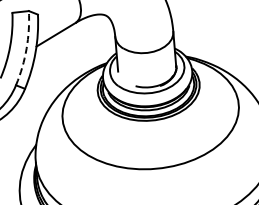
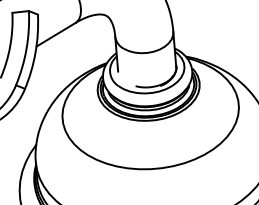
arc at (26, 48): dashed -> solid
